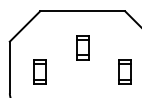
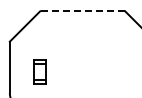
line at (82, 11): solid -> dashed
part at (82, 47): present -> none
part at (124, 71): present -> none
